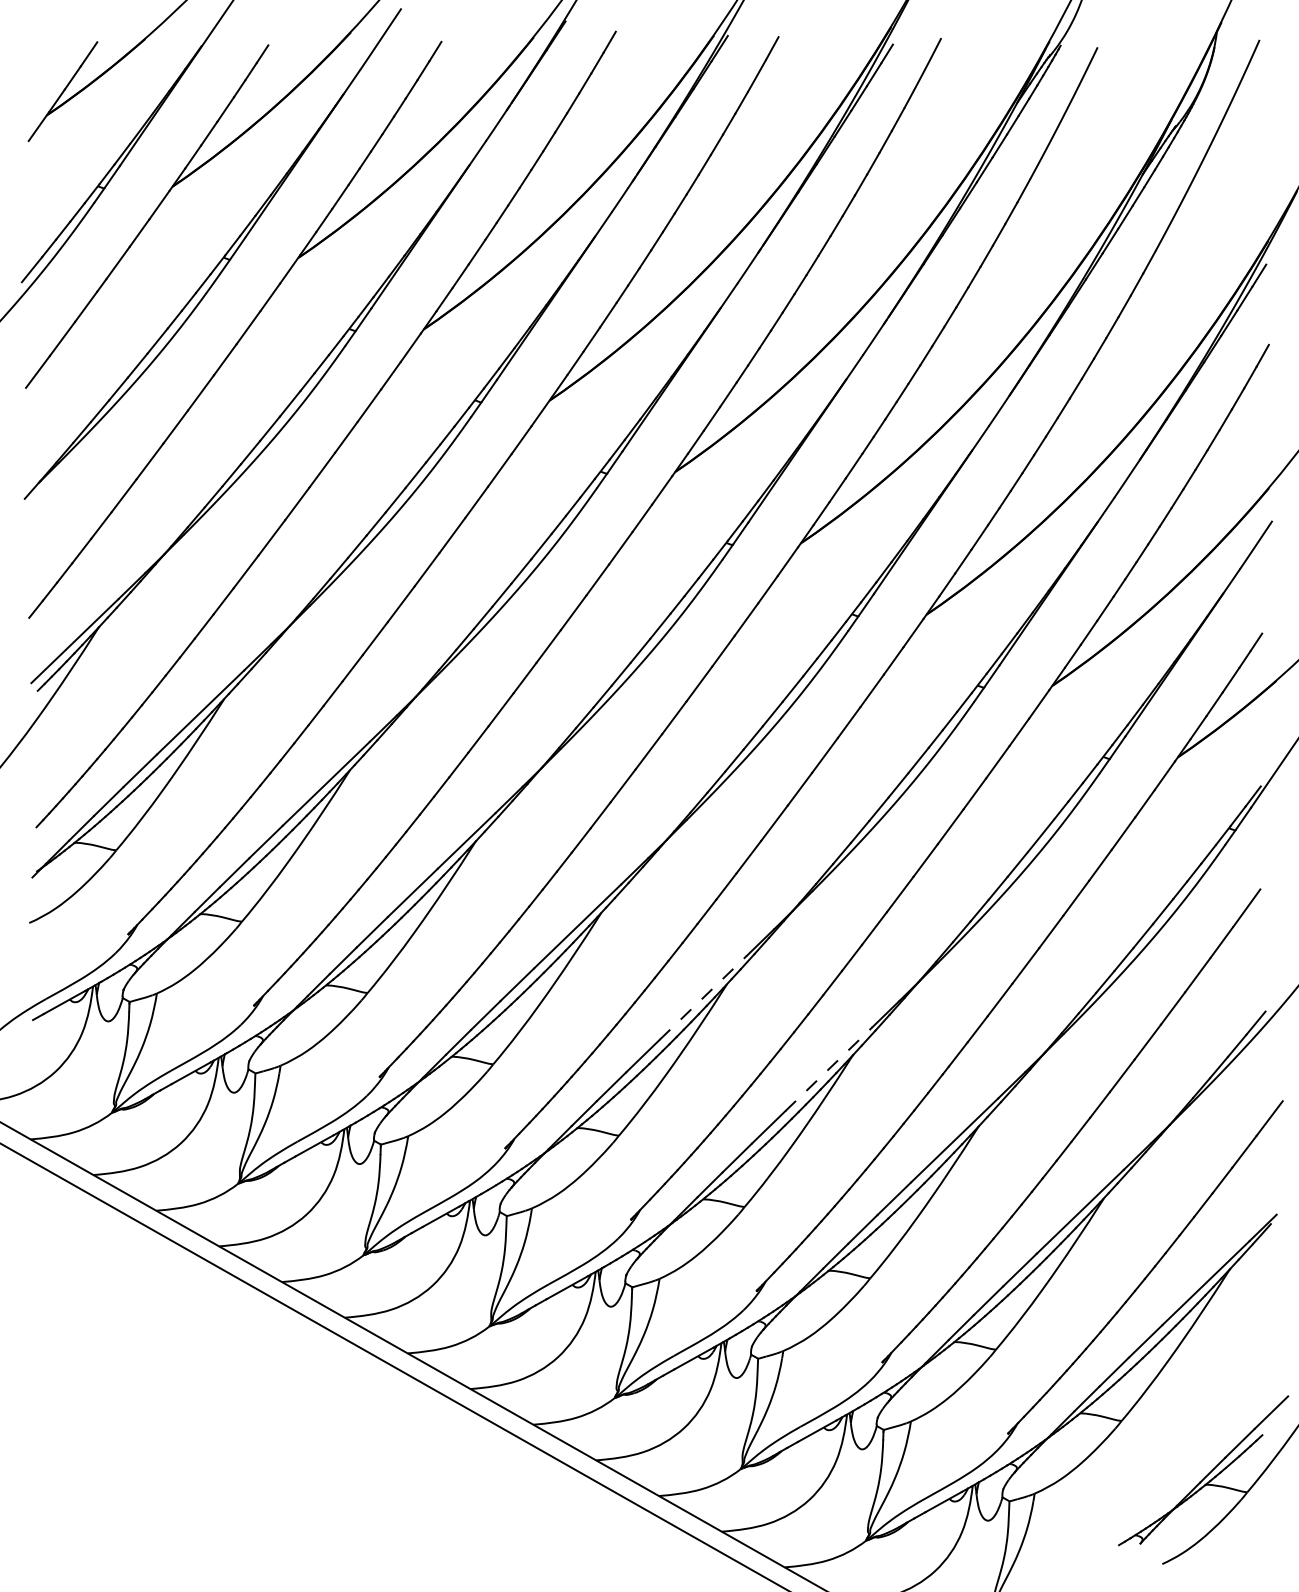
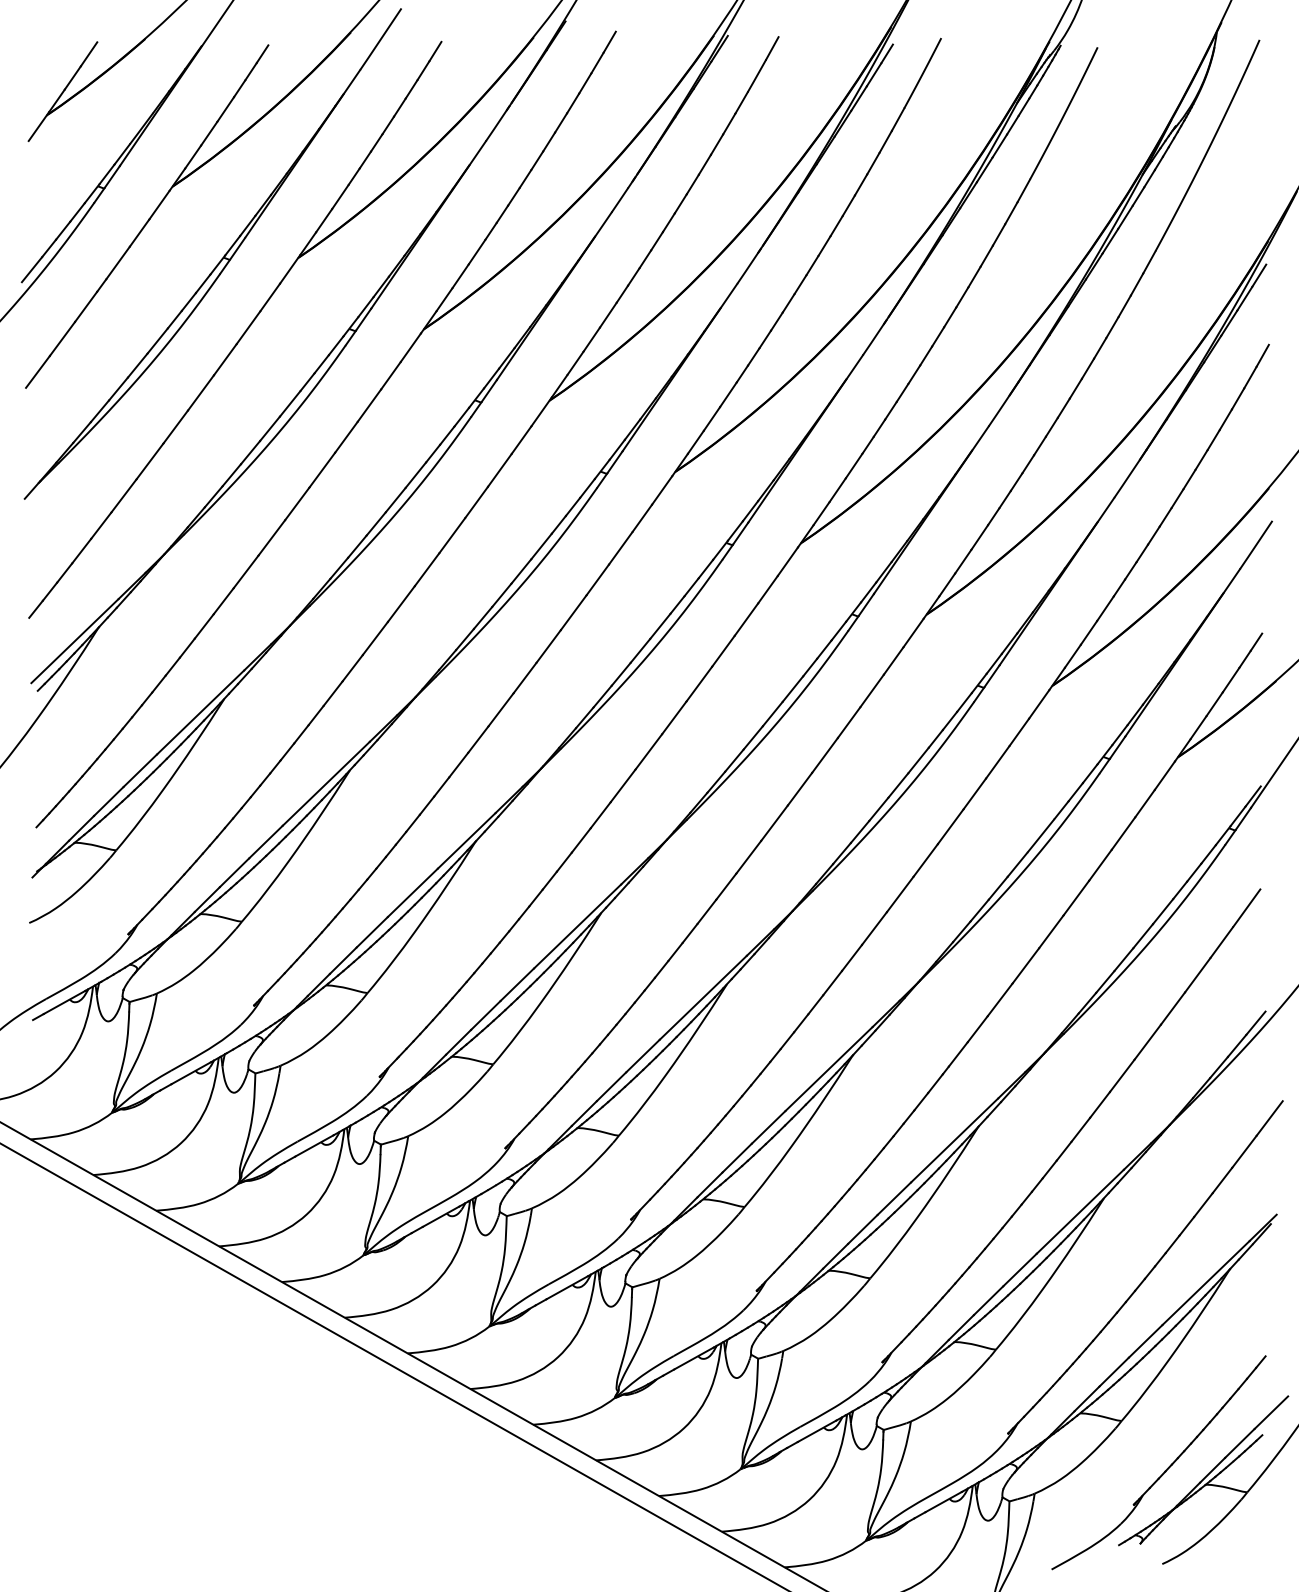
line at (703, 997): dashed -> solid
line at (829, 1069): dashed -> solid
part at (1166, 1468): none -> present
